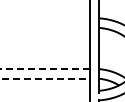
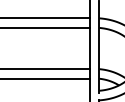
line at (45, 18): none -> present
line at (45, 27): none -> present
line at (45, 68): dashed -> solid
line at (45, 78): dashed -> solid
